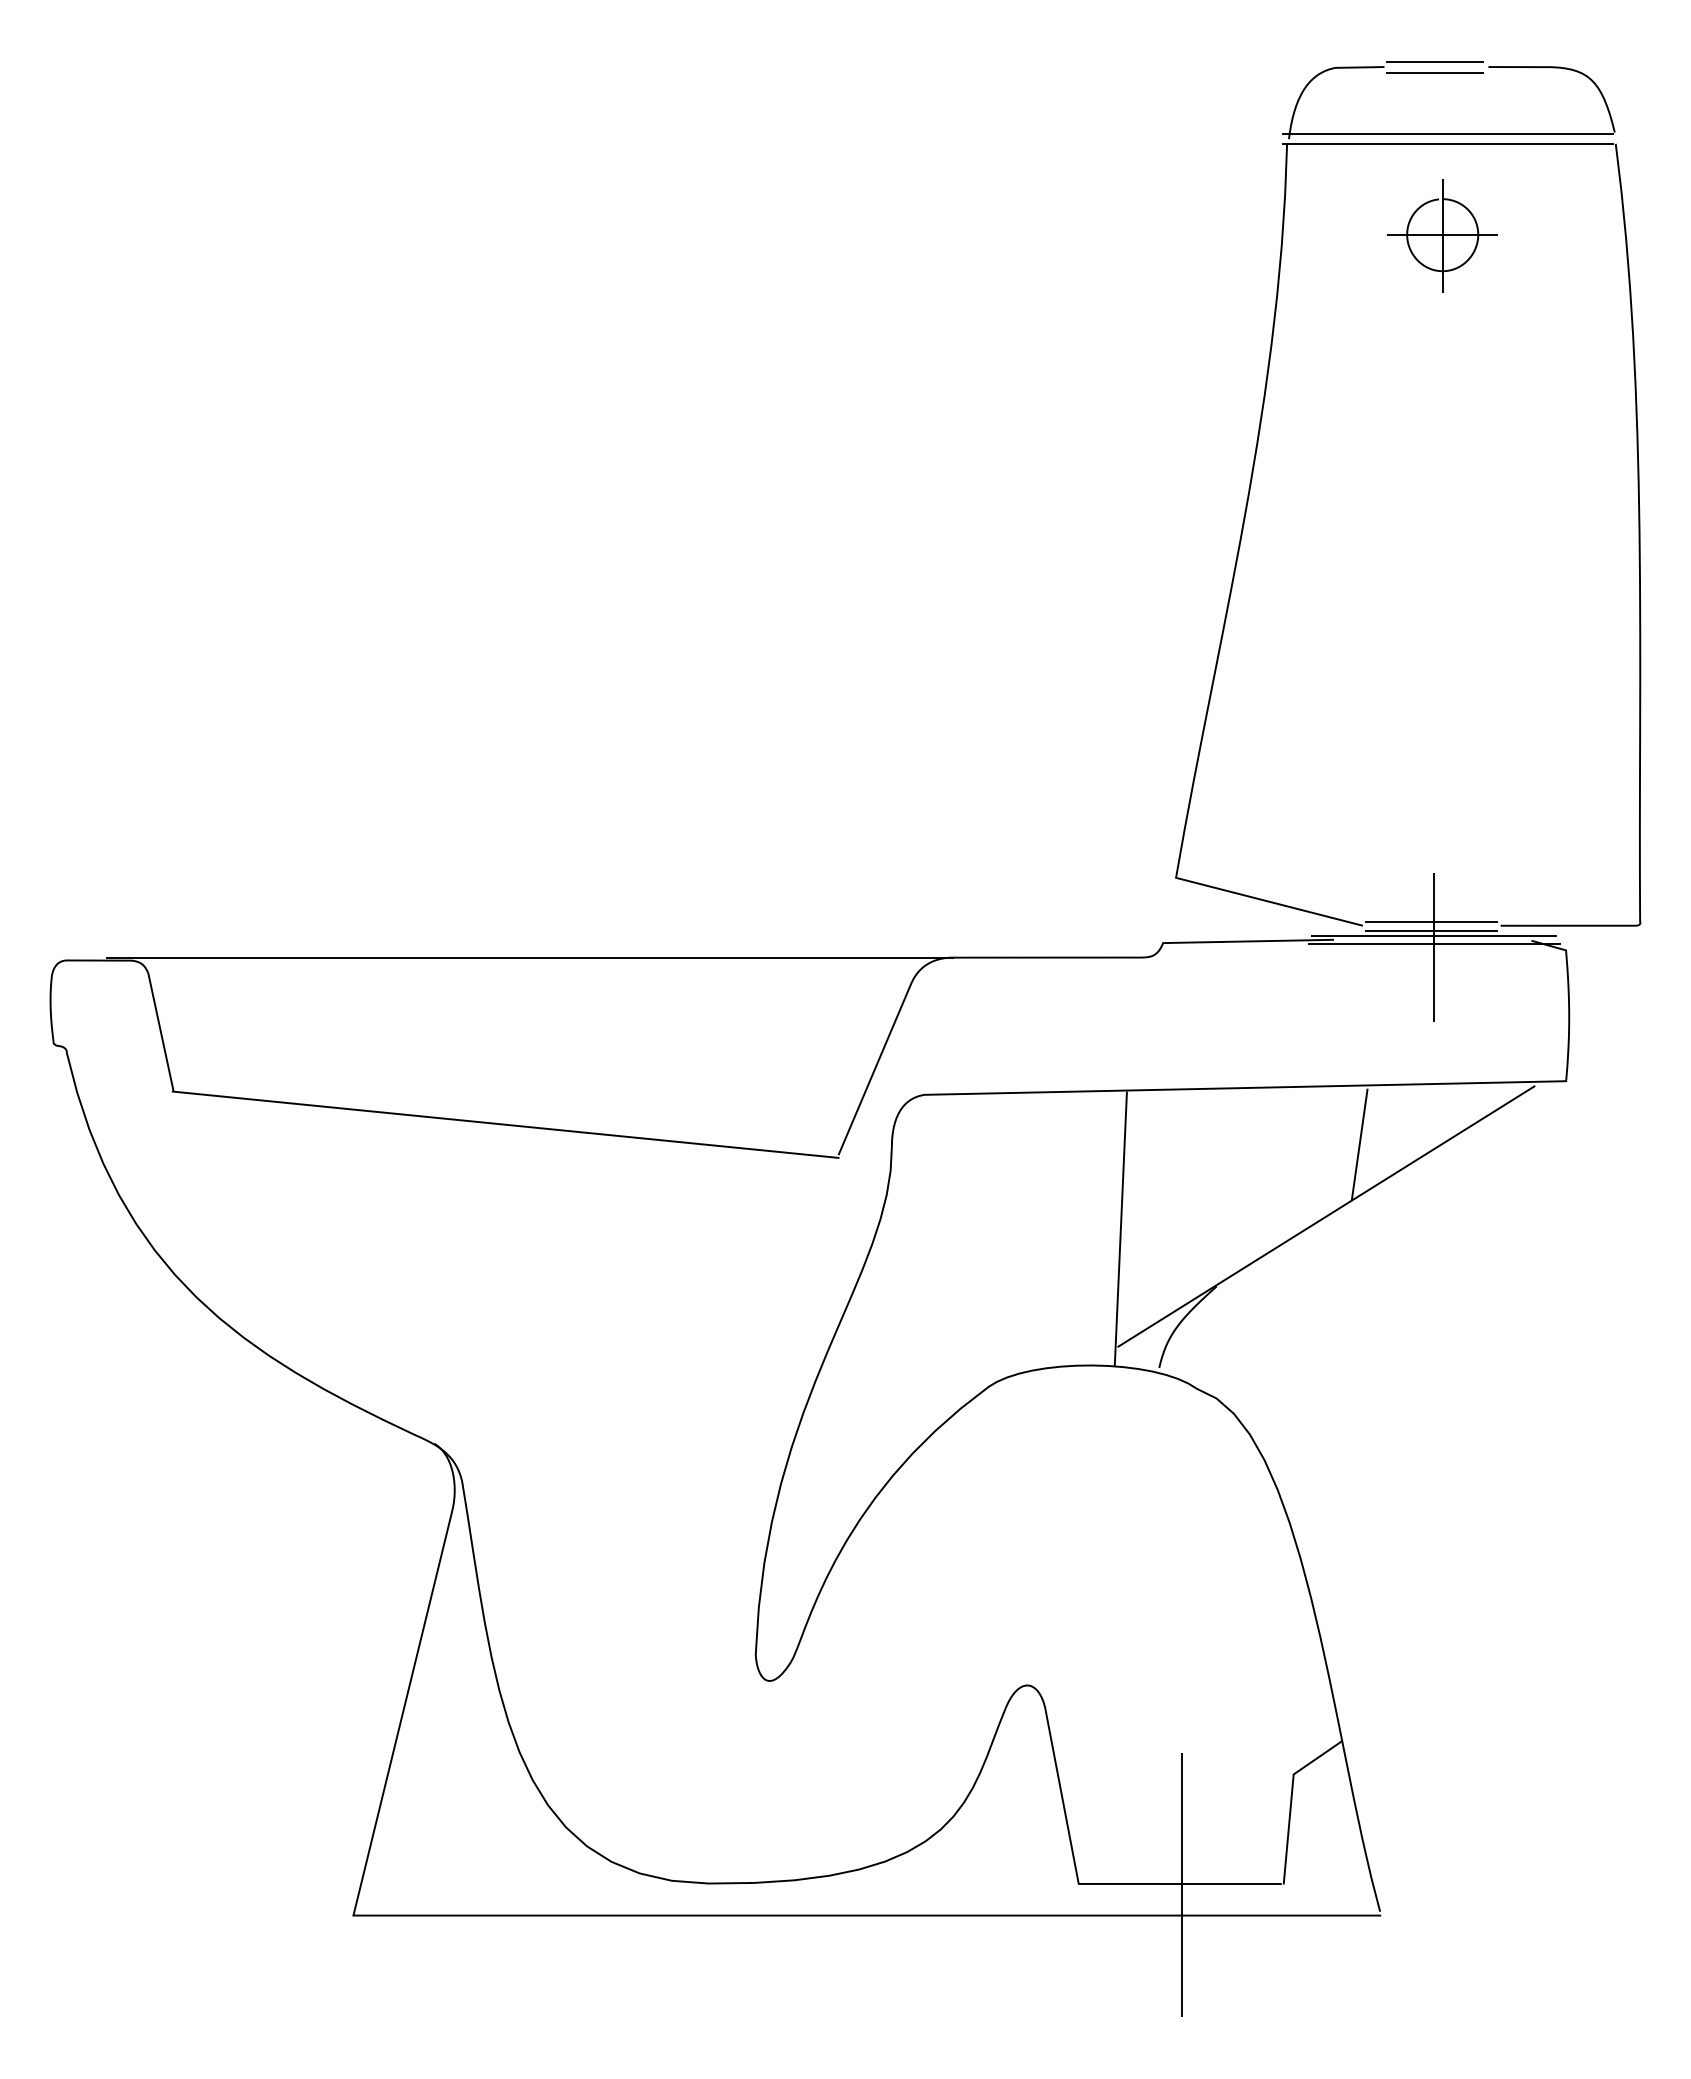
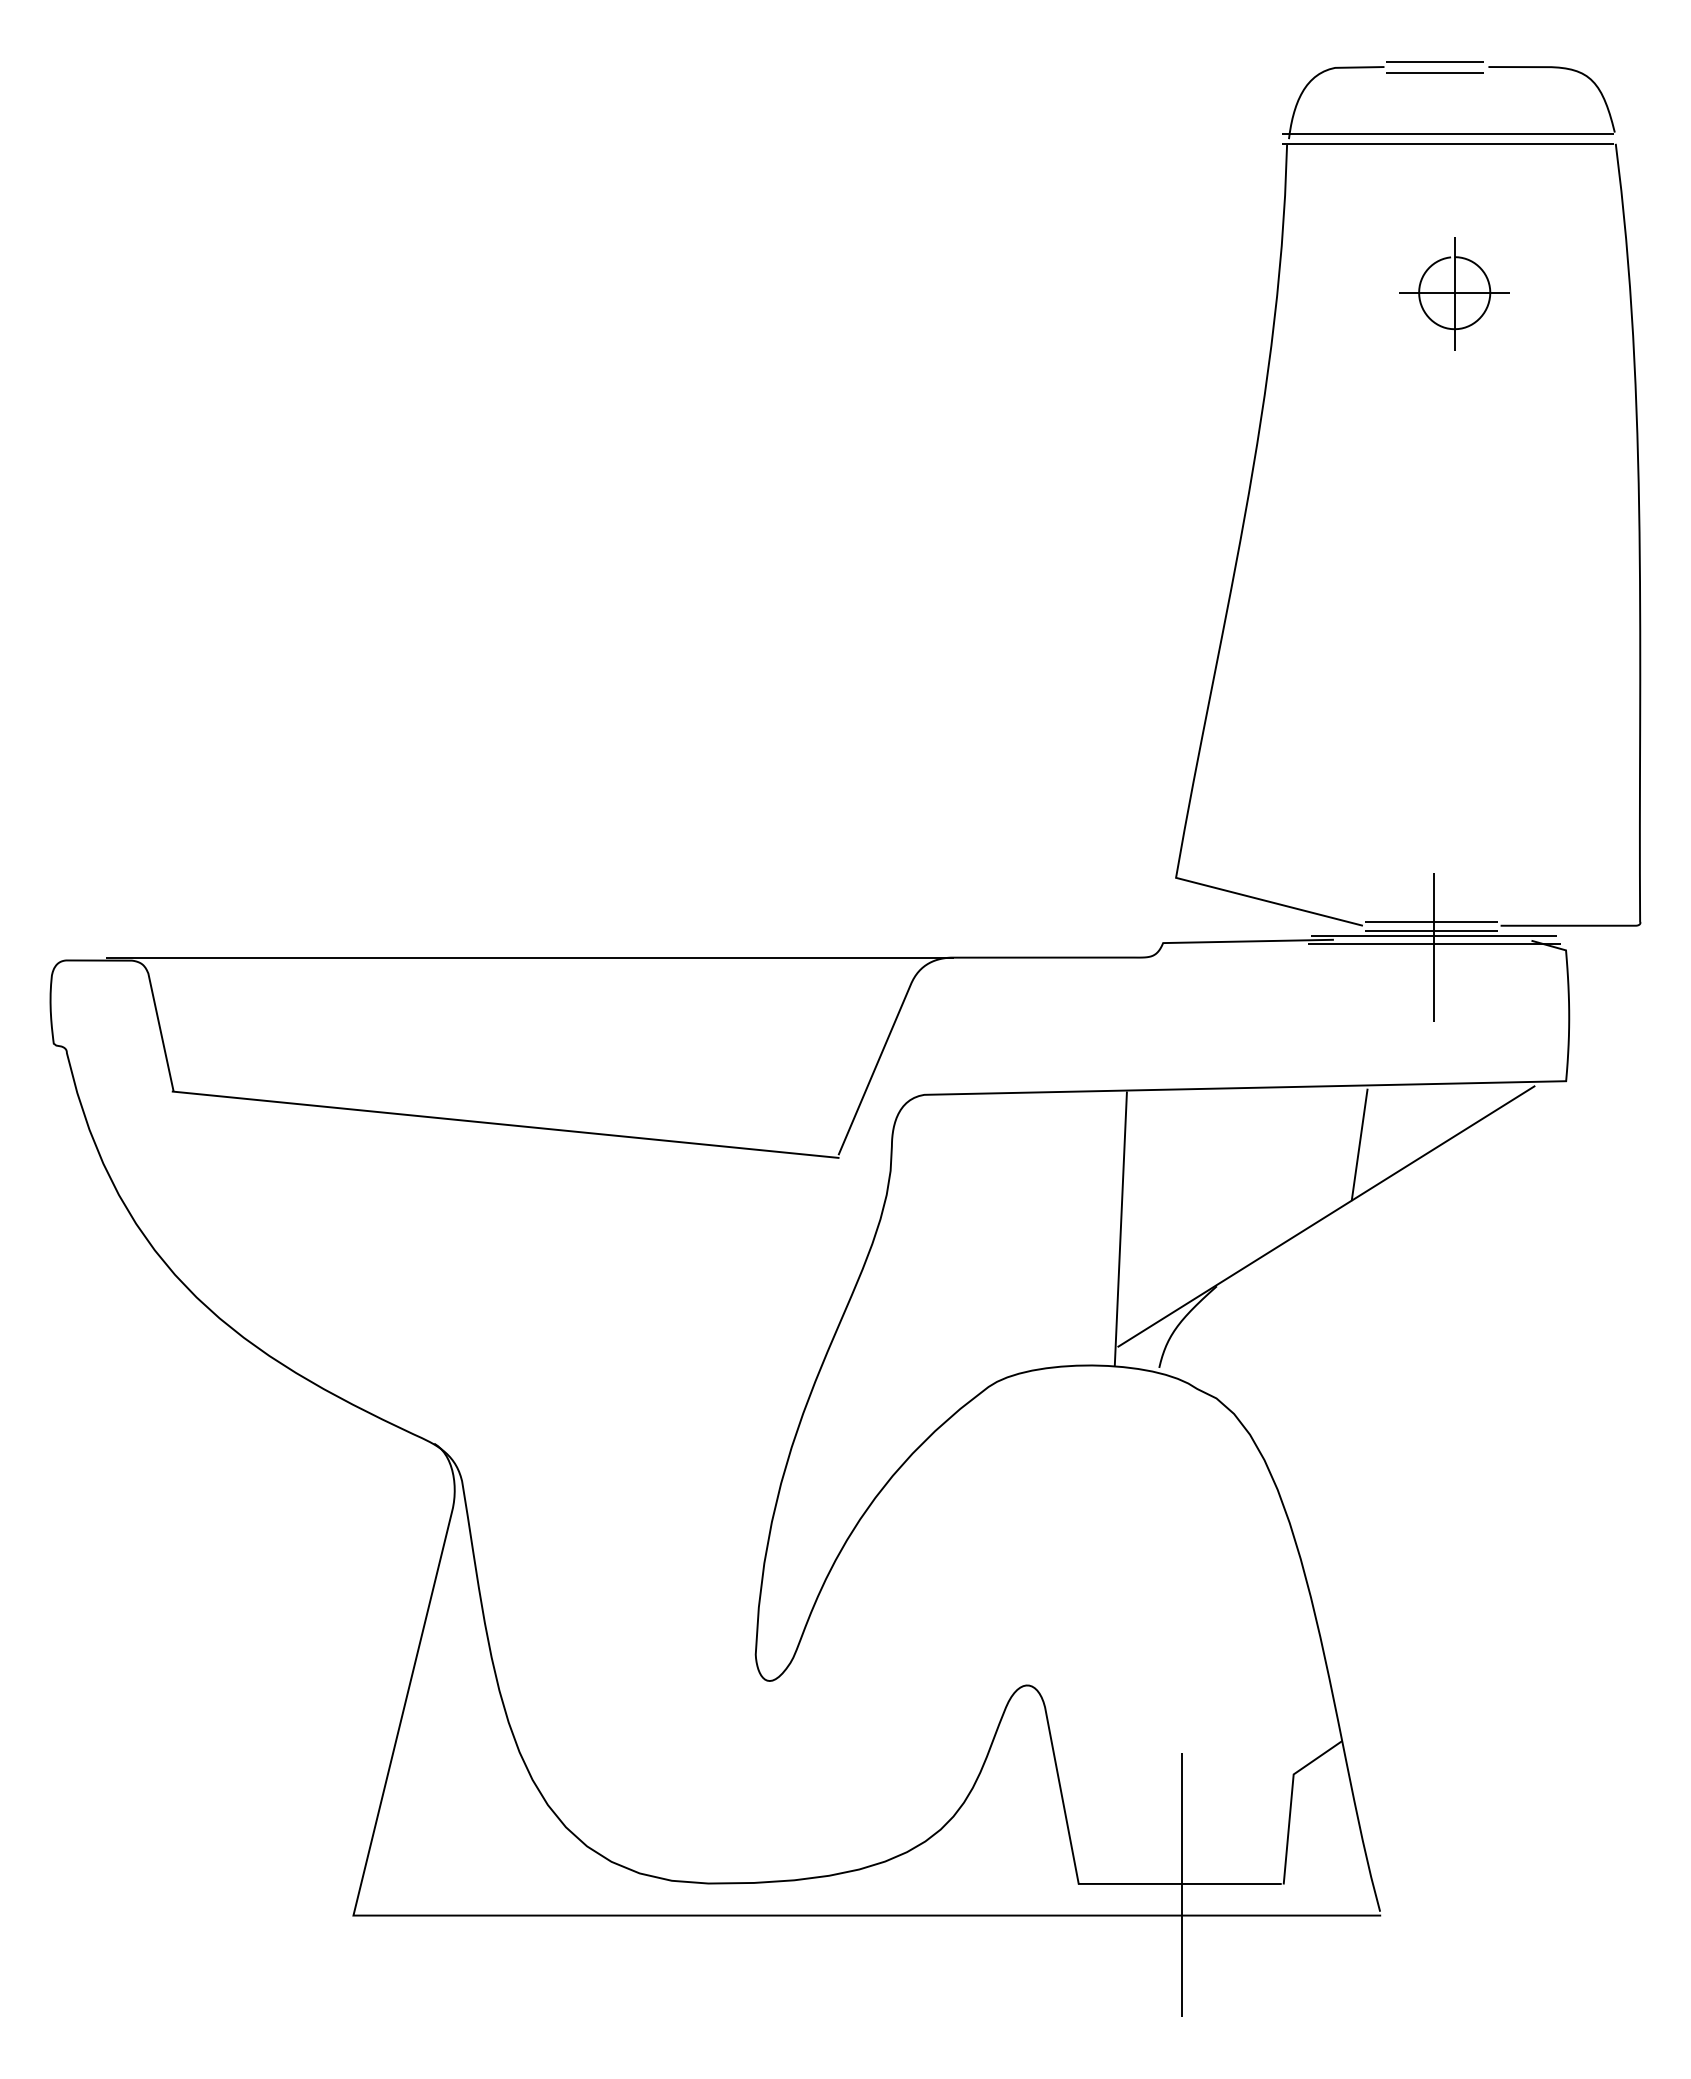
part at (1442, 235) position: (1442, 235) -> (1454, 293)
